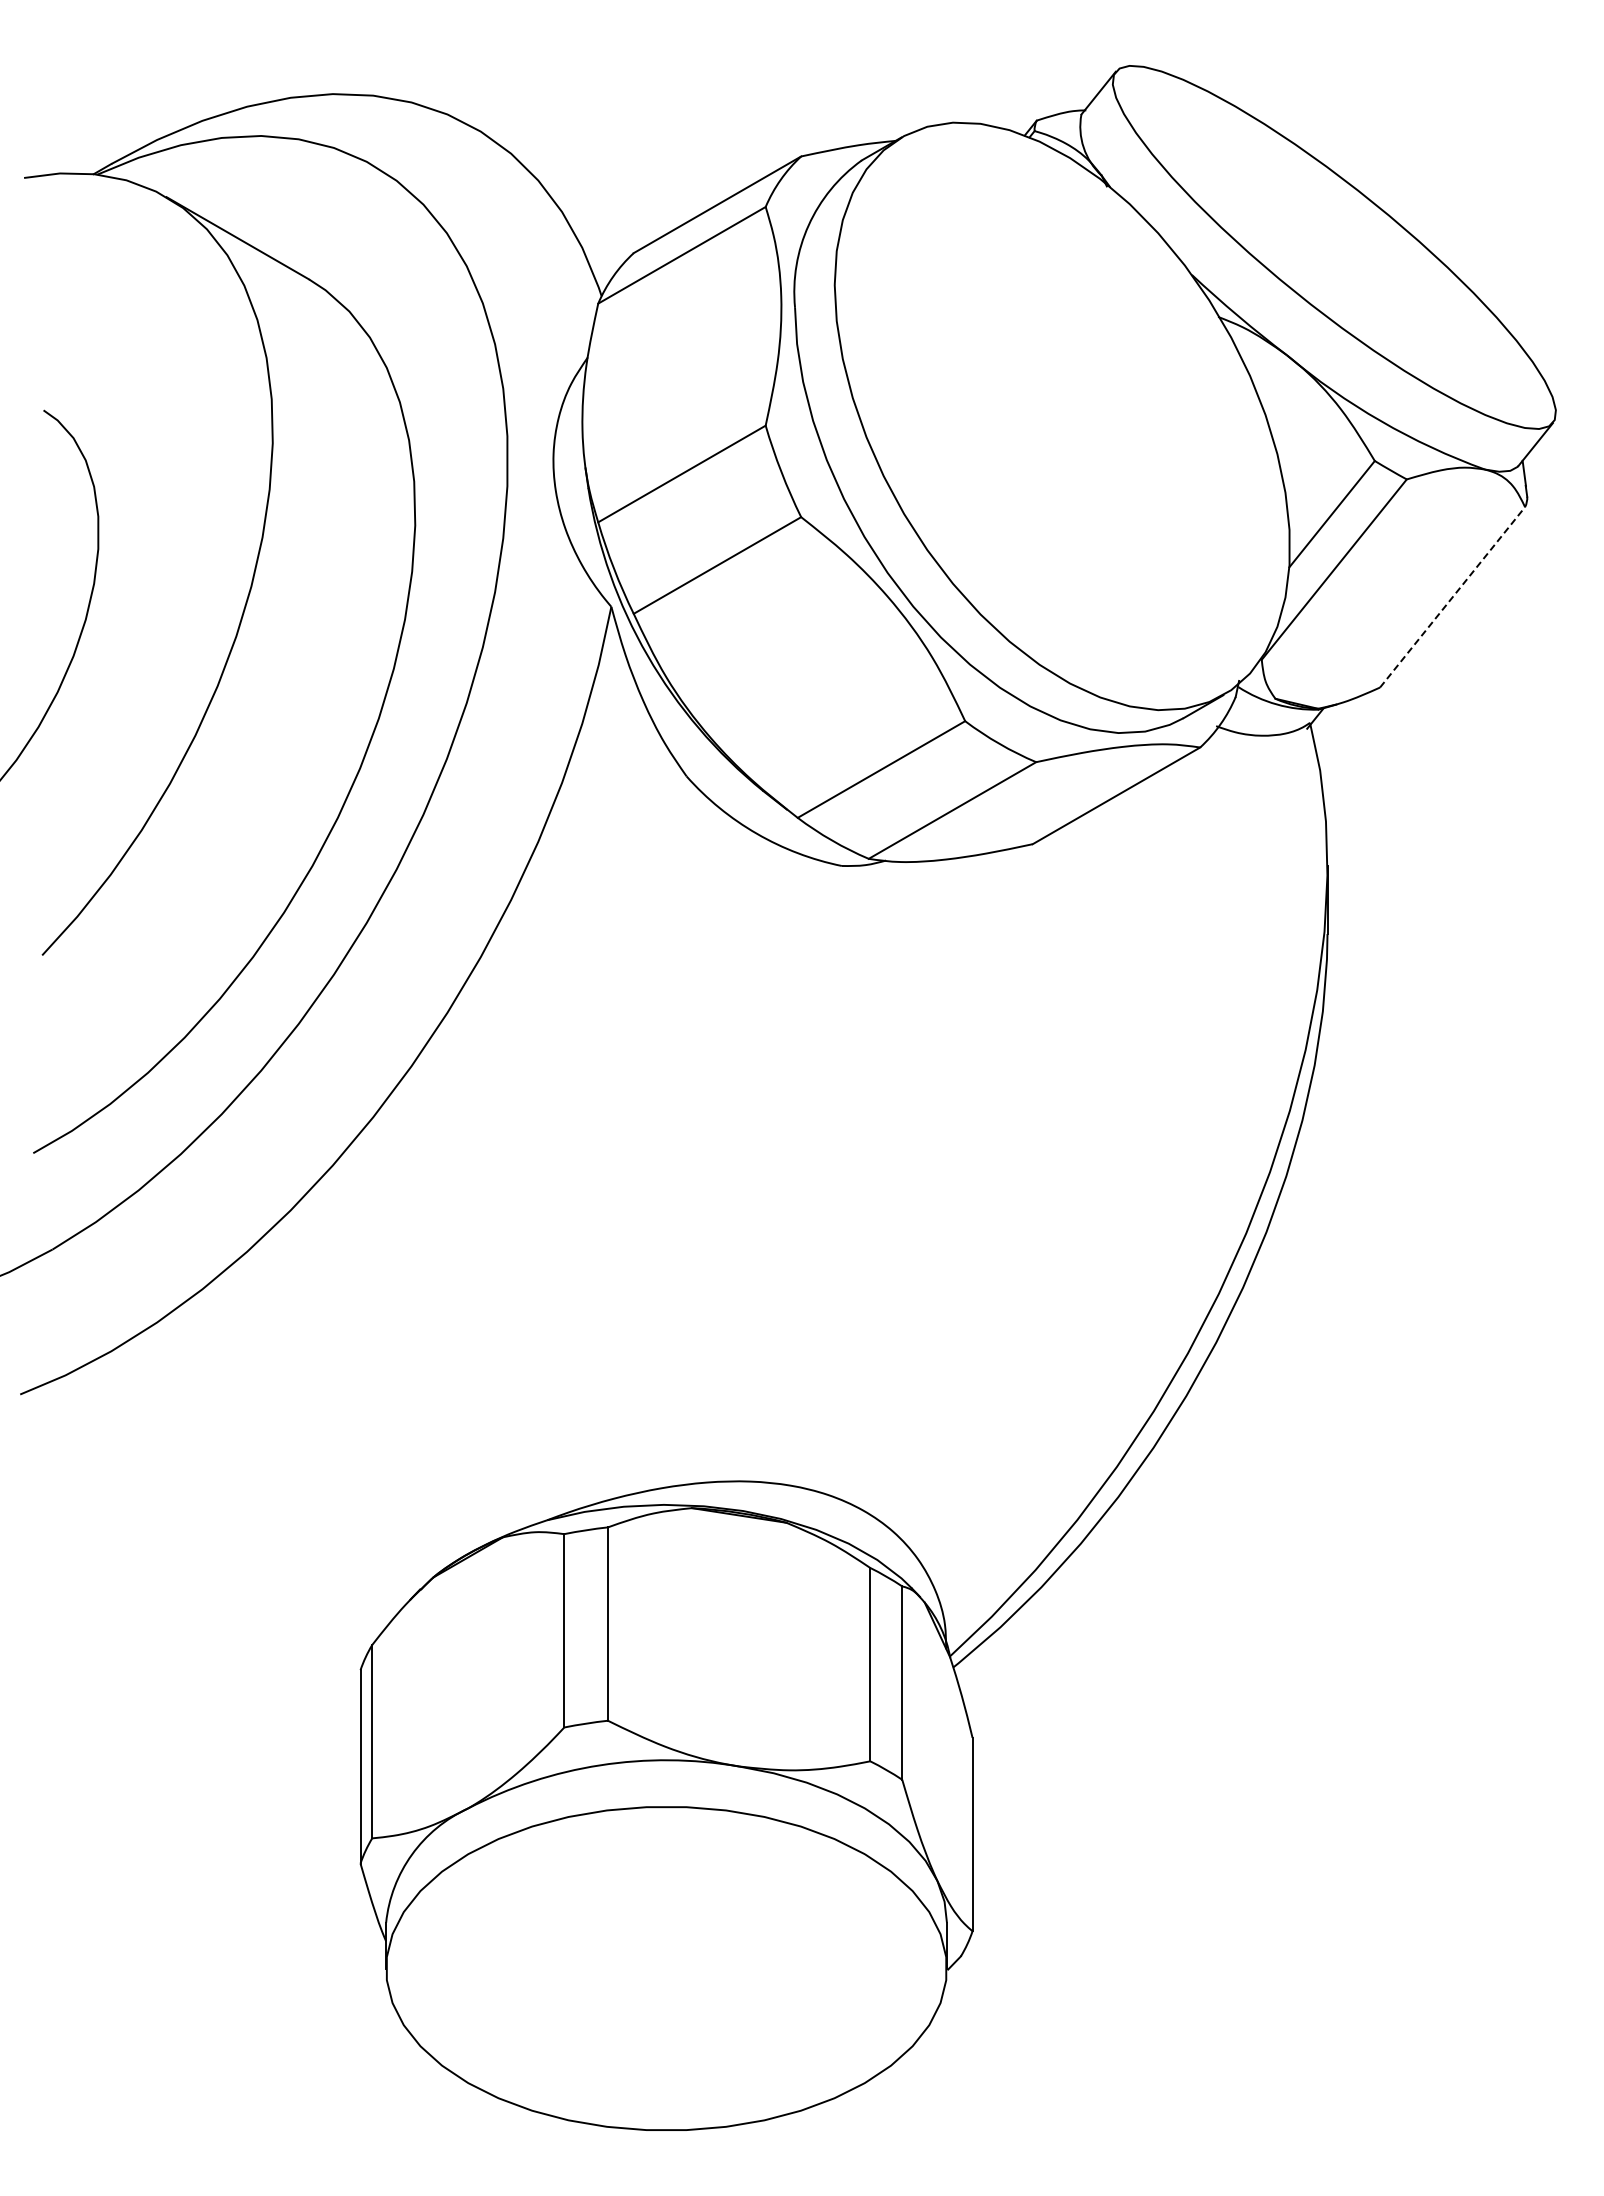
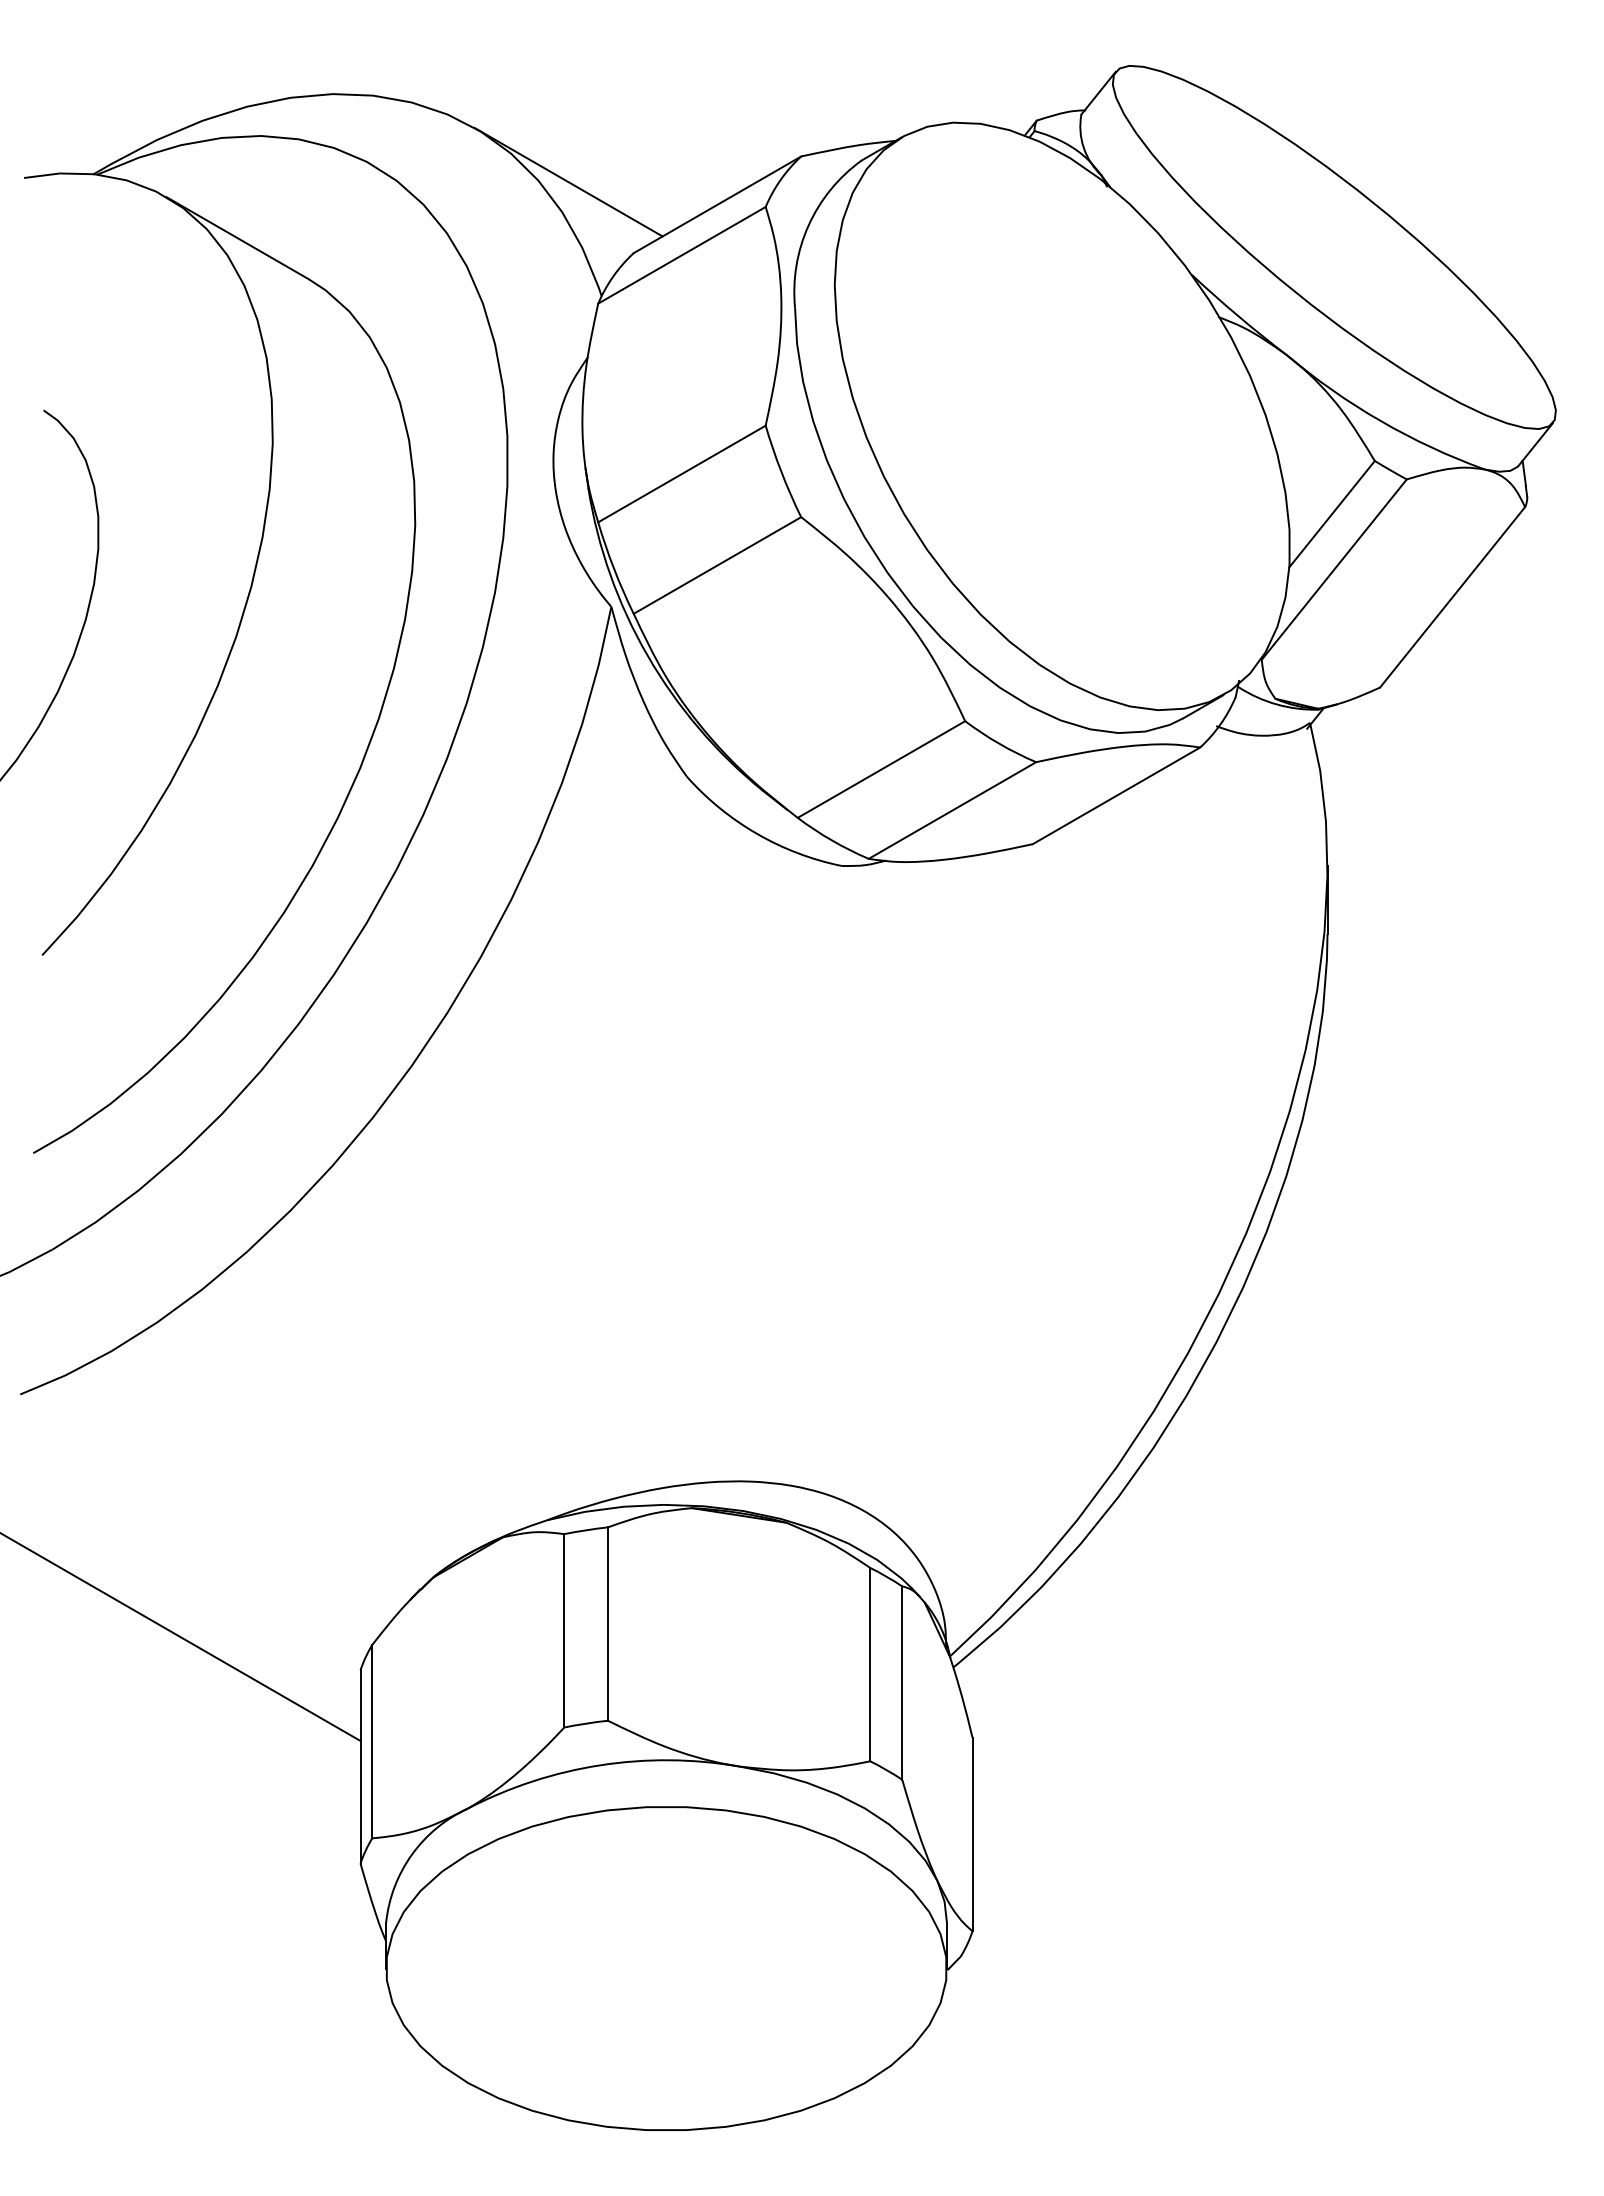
line at (568, 182): none -> present
line at (1452, 597): dashed -> solid
line at (181, 1637): none -> present
